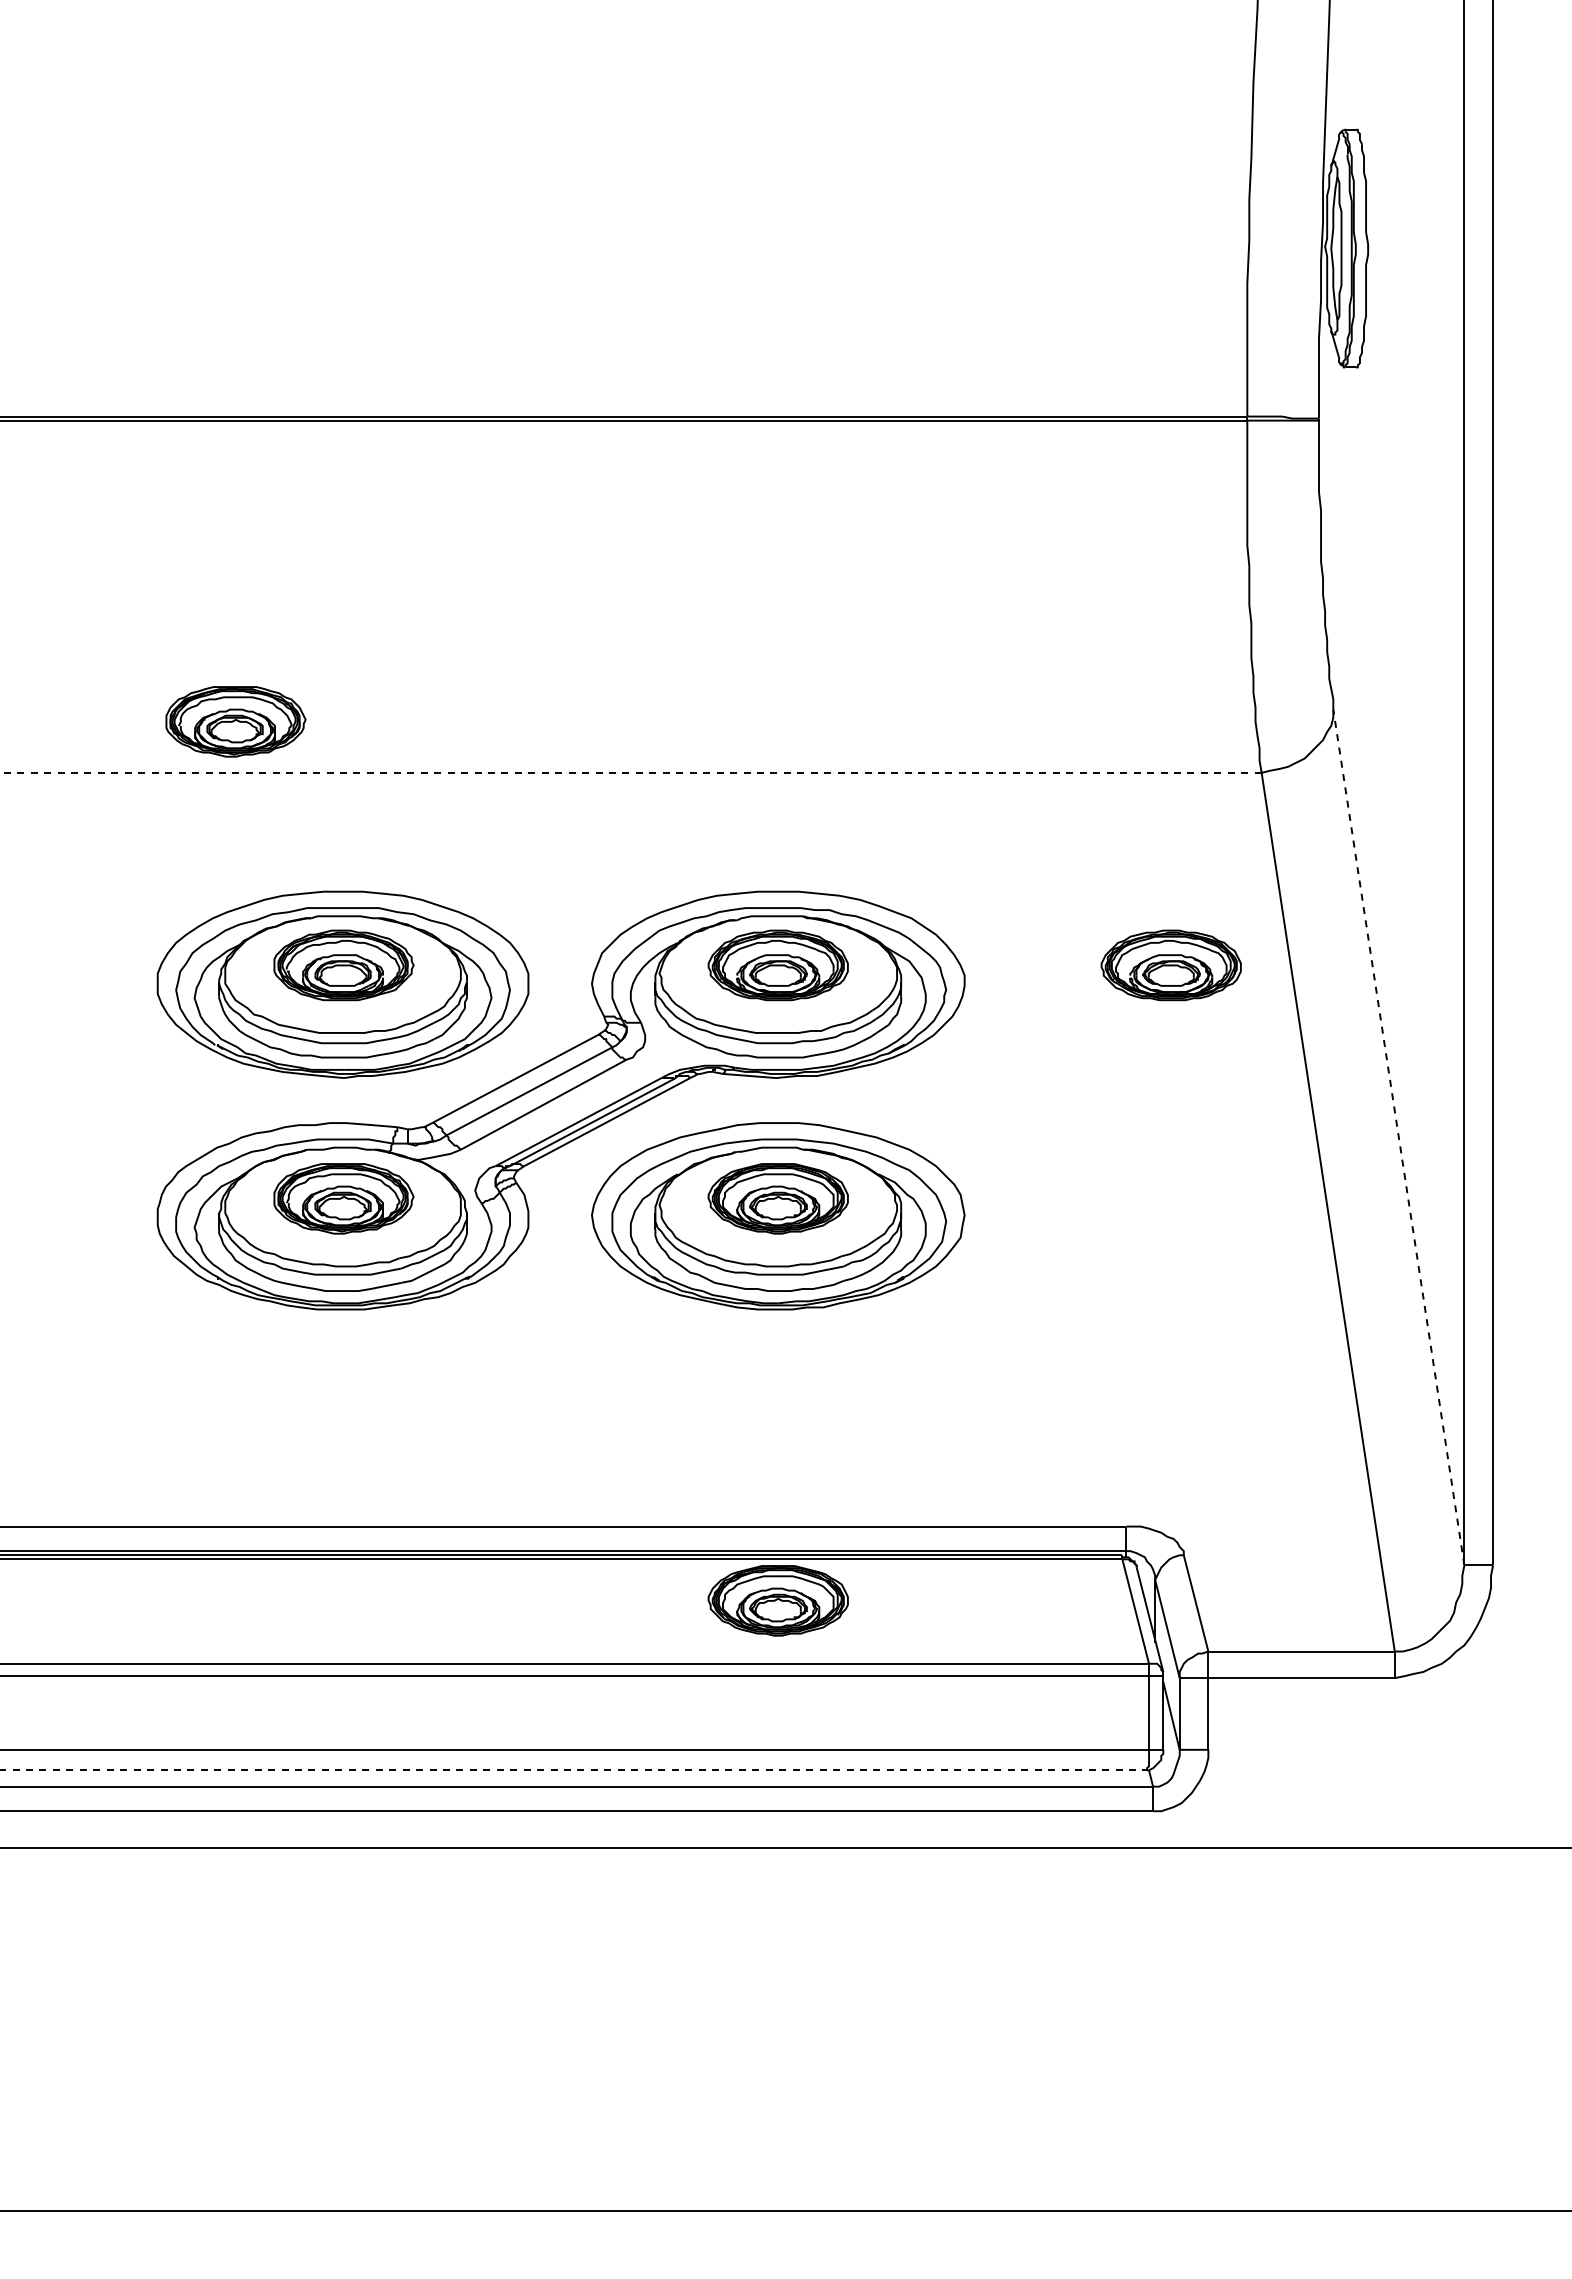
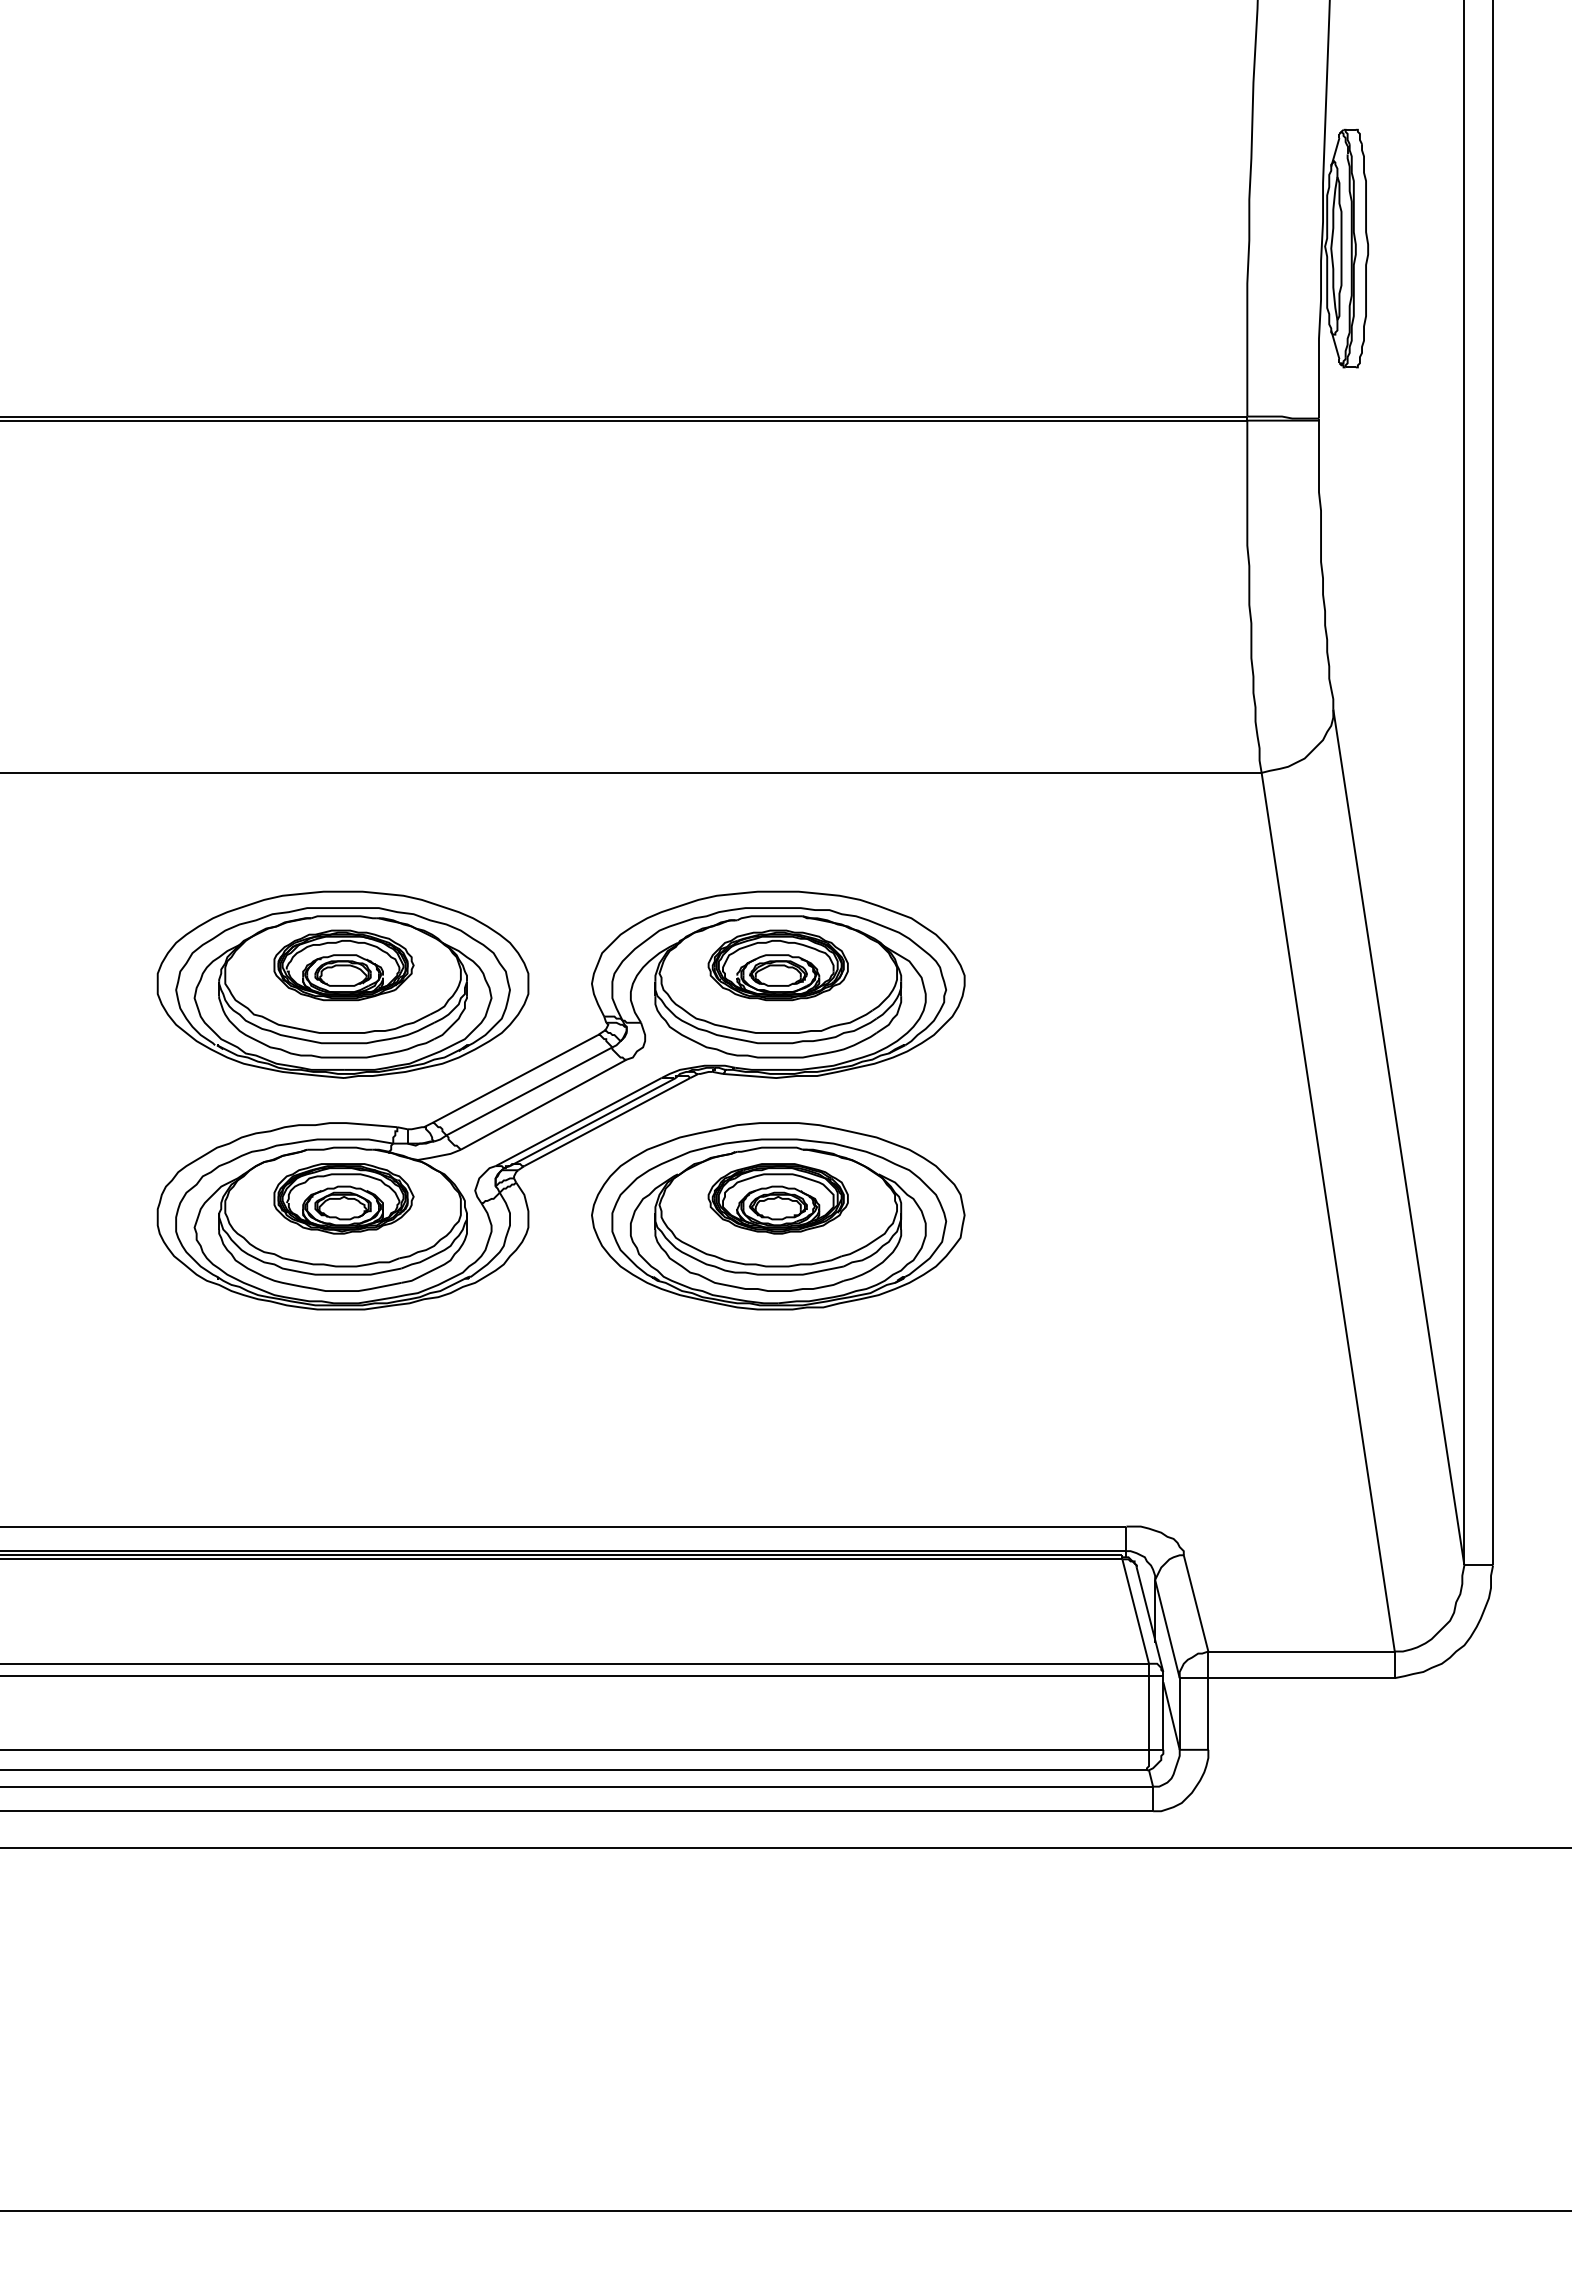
part at (235, 721): present -> none
line at (630, 772): dashed -> solid
part at (1170, 965): present -> none
line at (1398, 1136): dashed -> solid
part at (777, 1600): present -> none
line at (574, 1770): dashed -> solid
